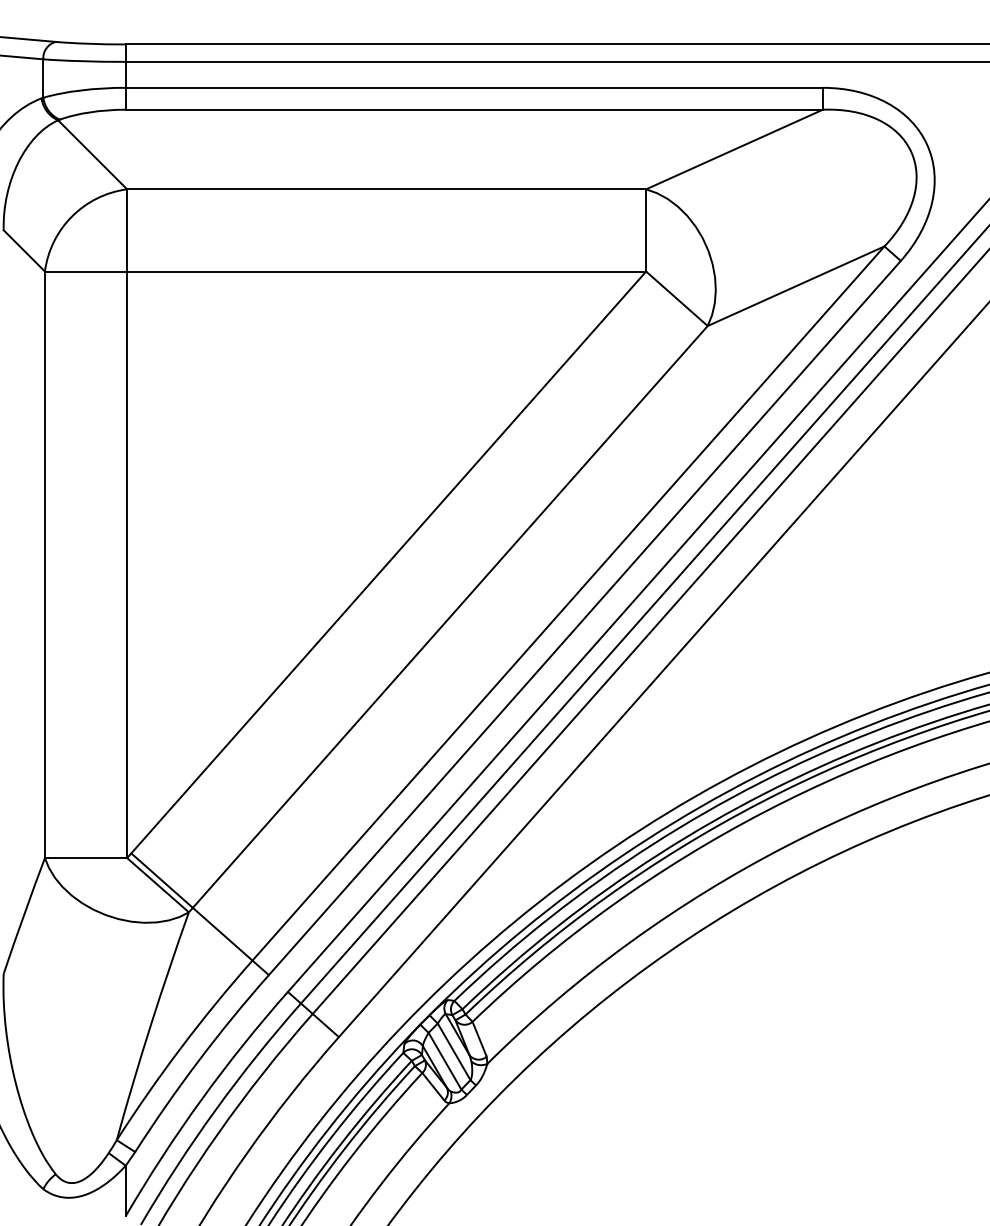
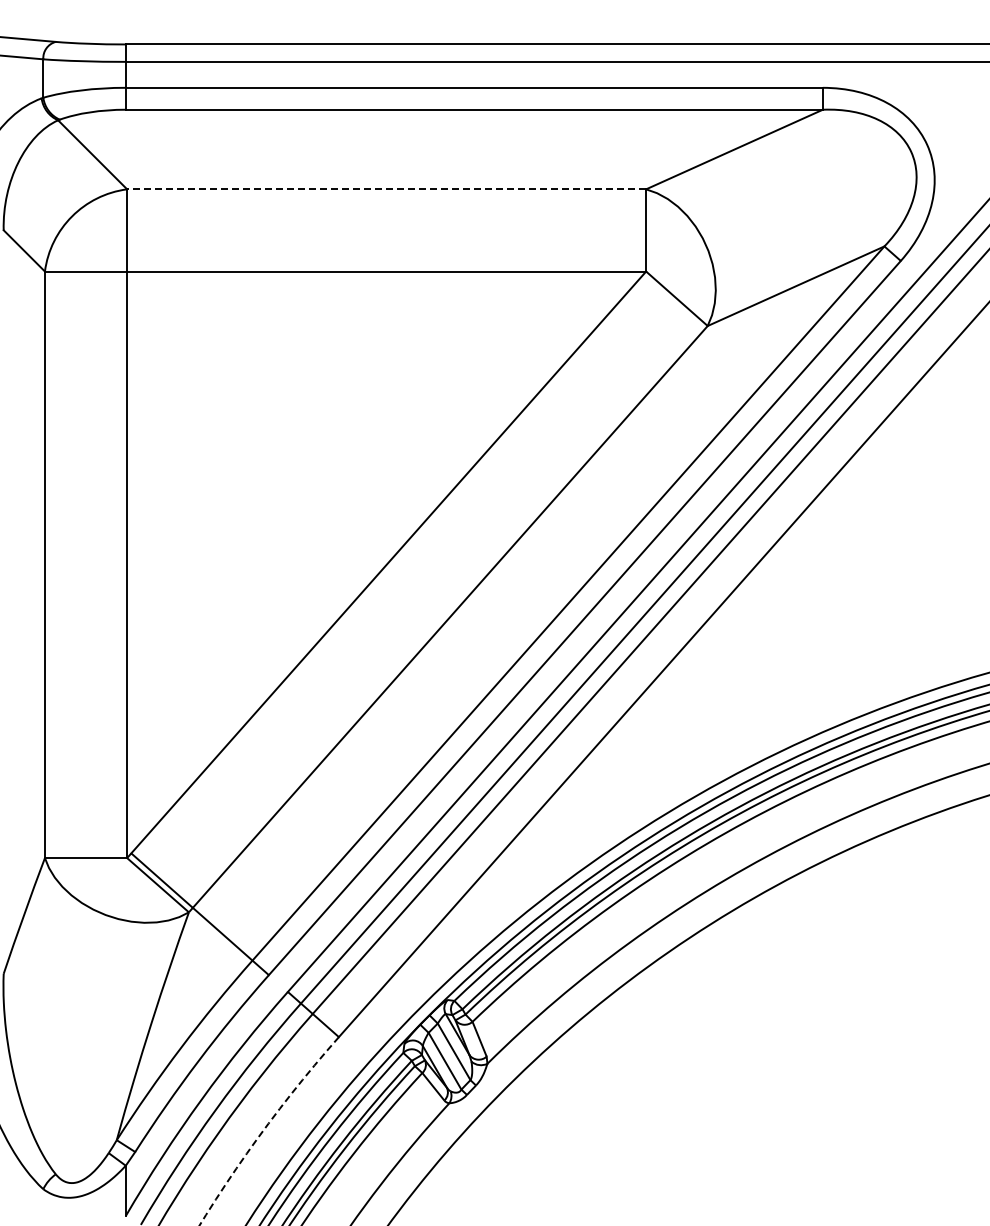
line at (386, 189): solid -> dashed
arc at (265, 1127): solid -> dashed
